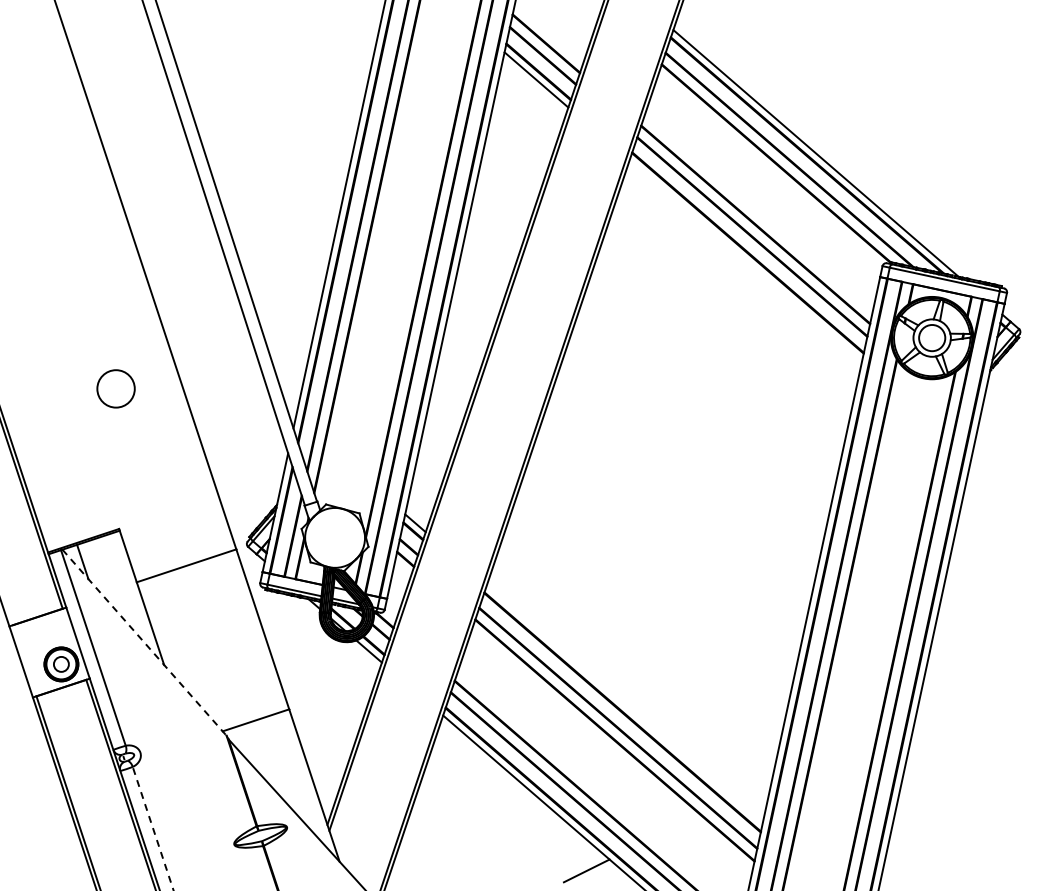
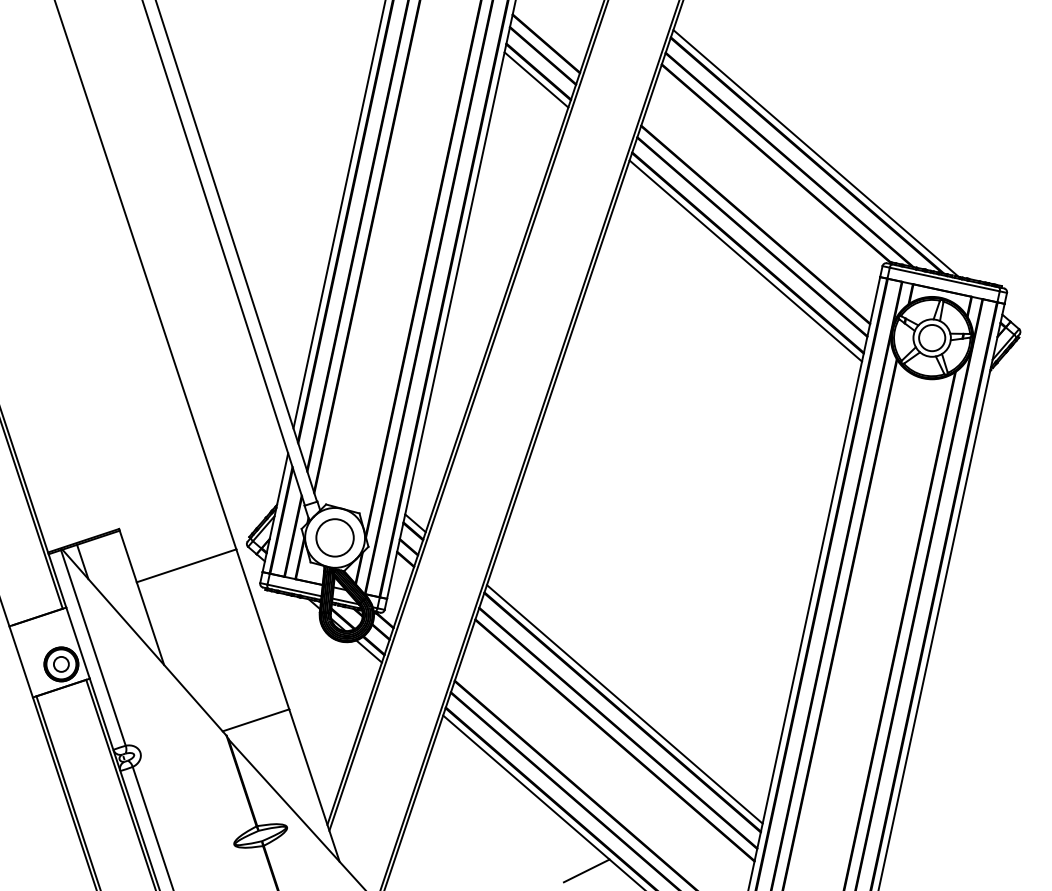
line at (745, 260): none -> present
circle at (115, 388) position: (115, 388) -> (334, 537)
line at (144, 643): dashed -> solid
line at (624, 704): none -> present
line at (153, 828): dashed -> solid
